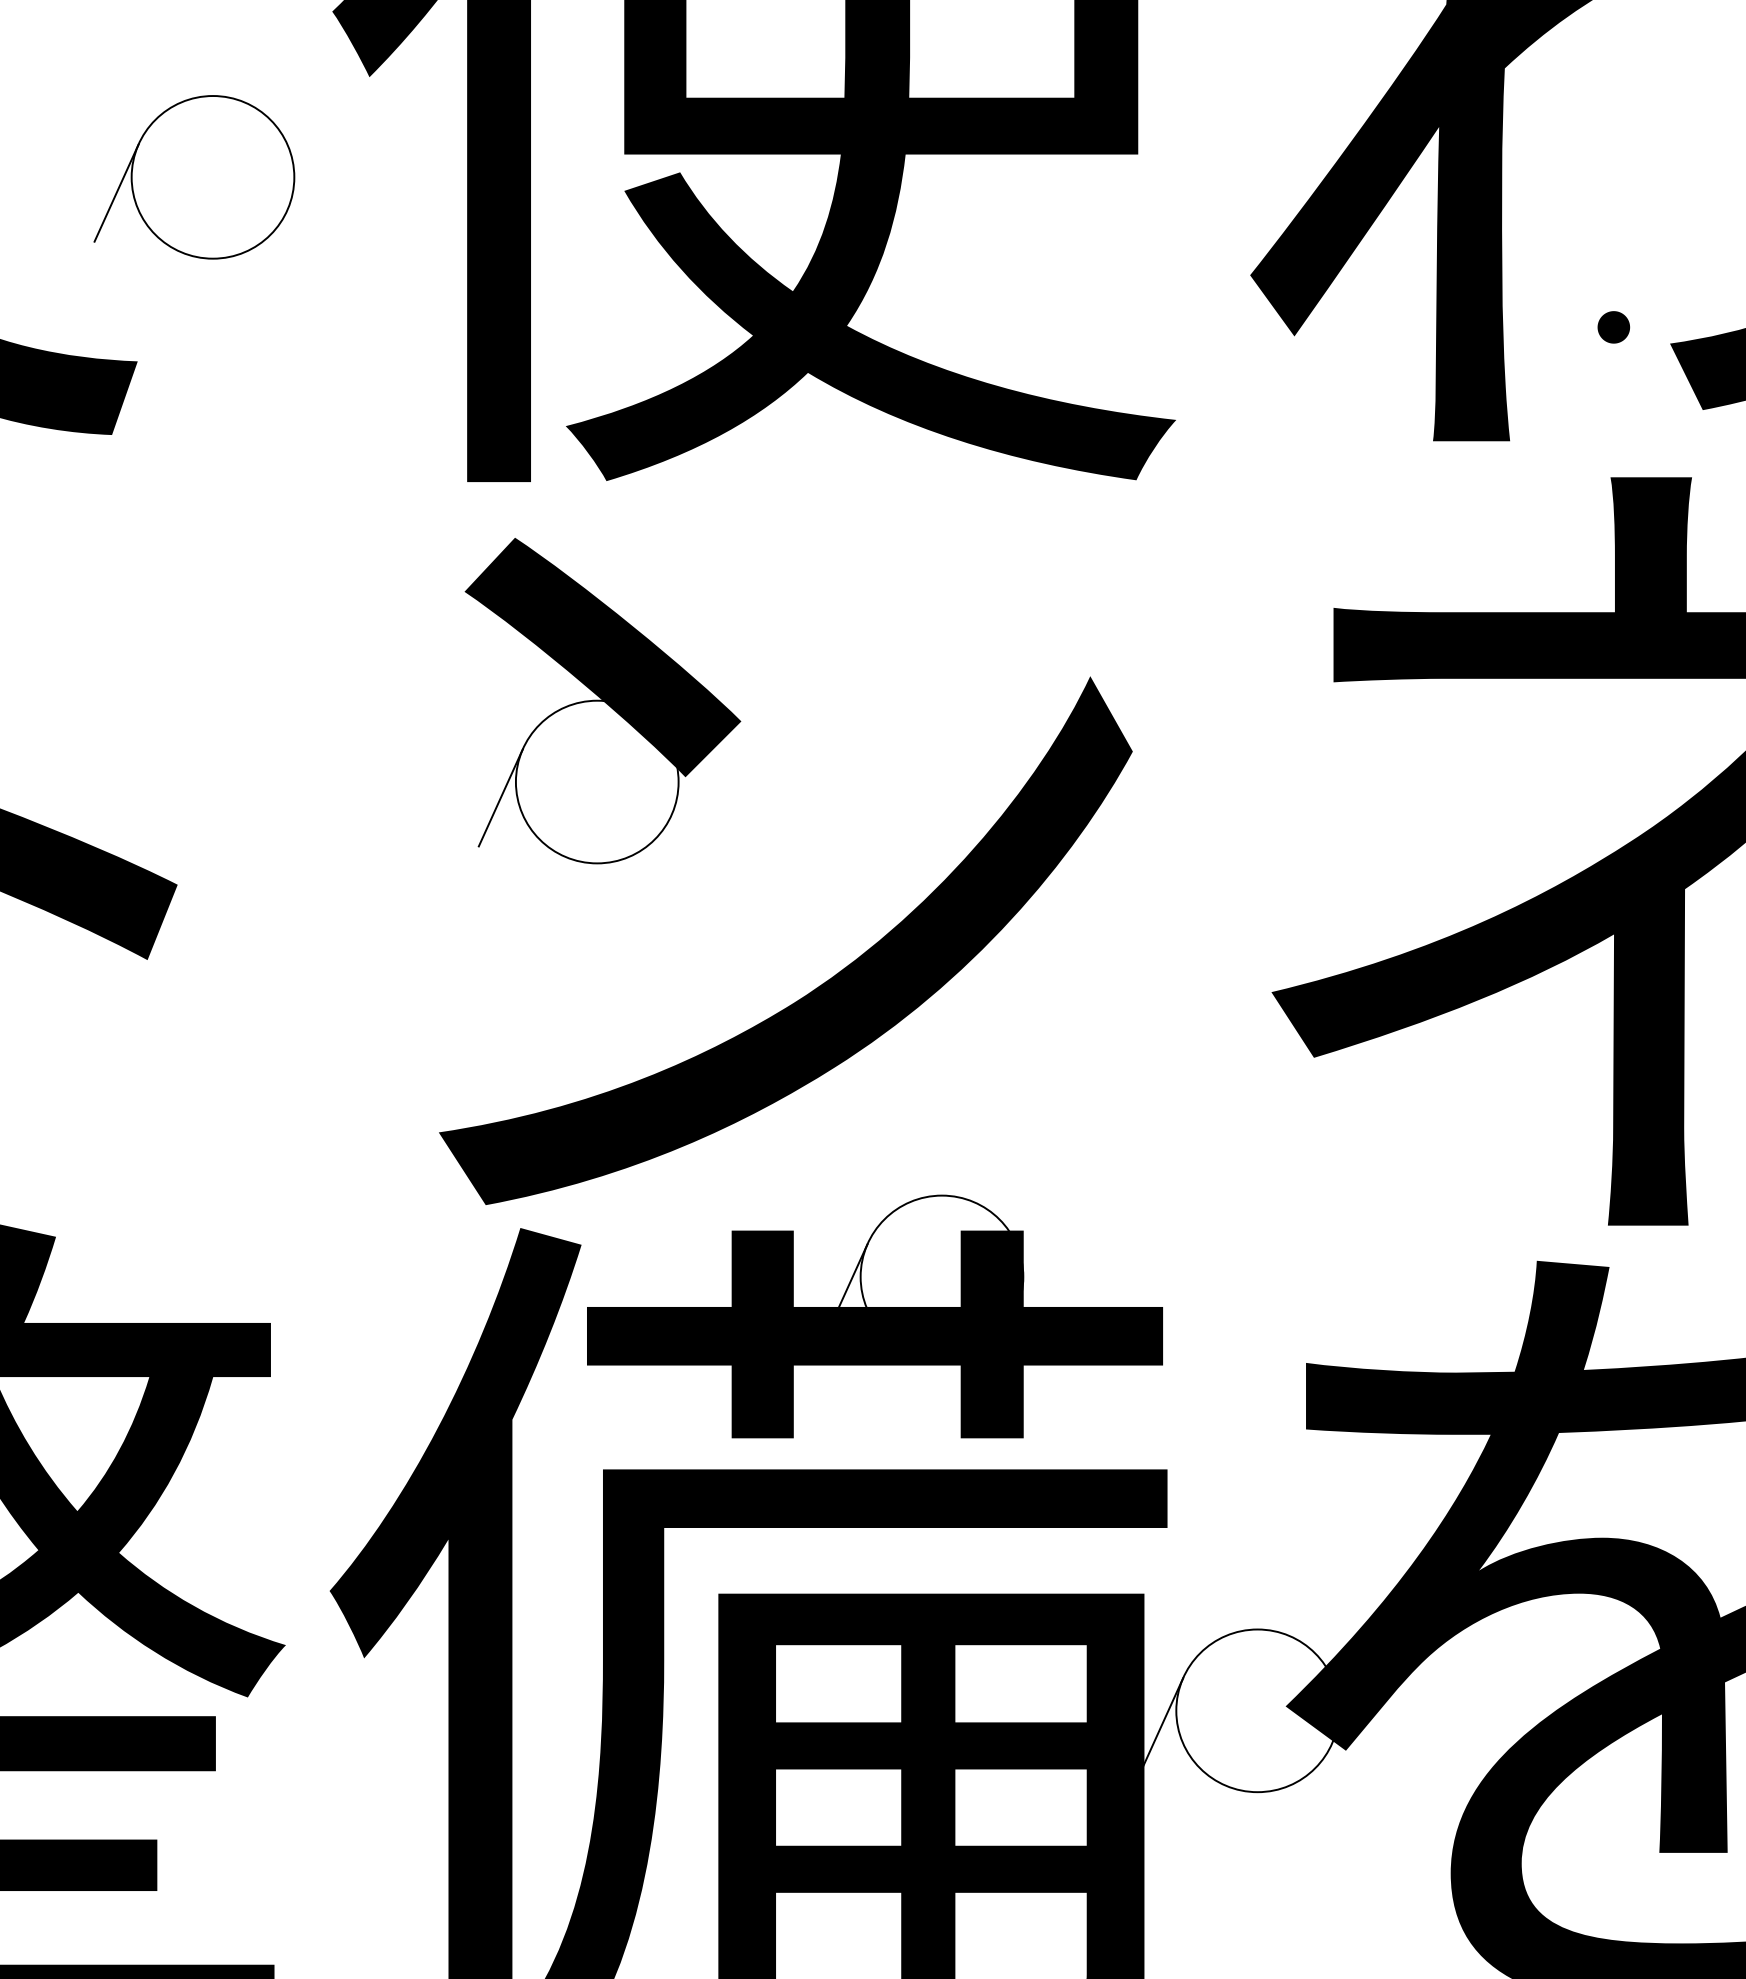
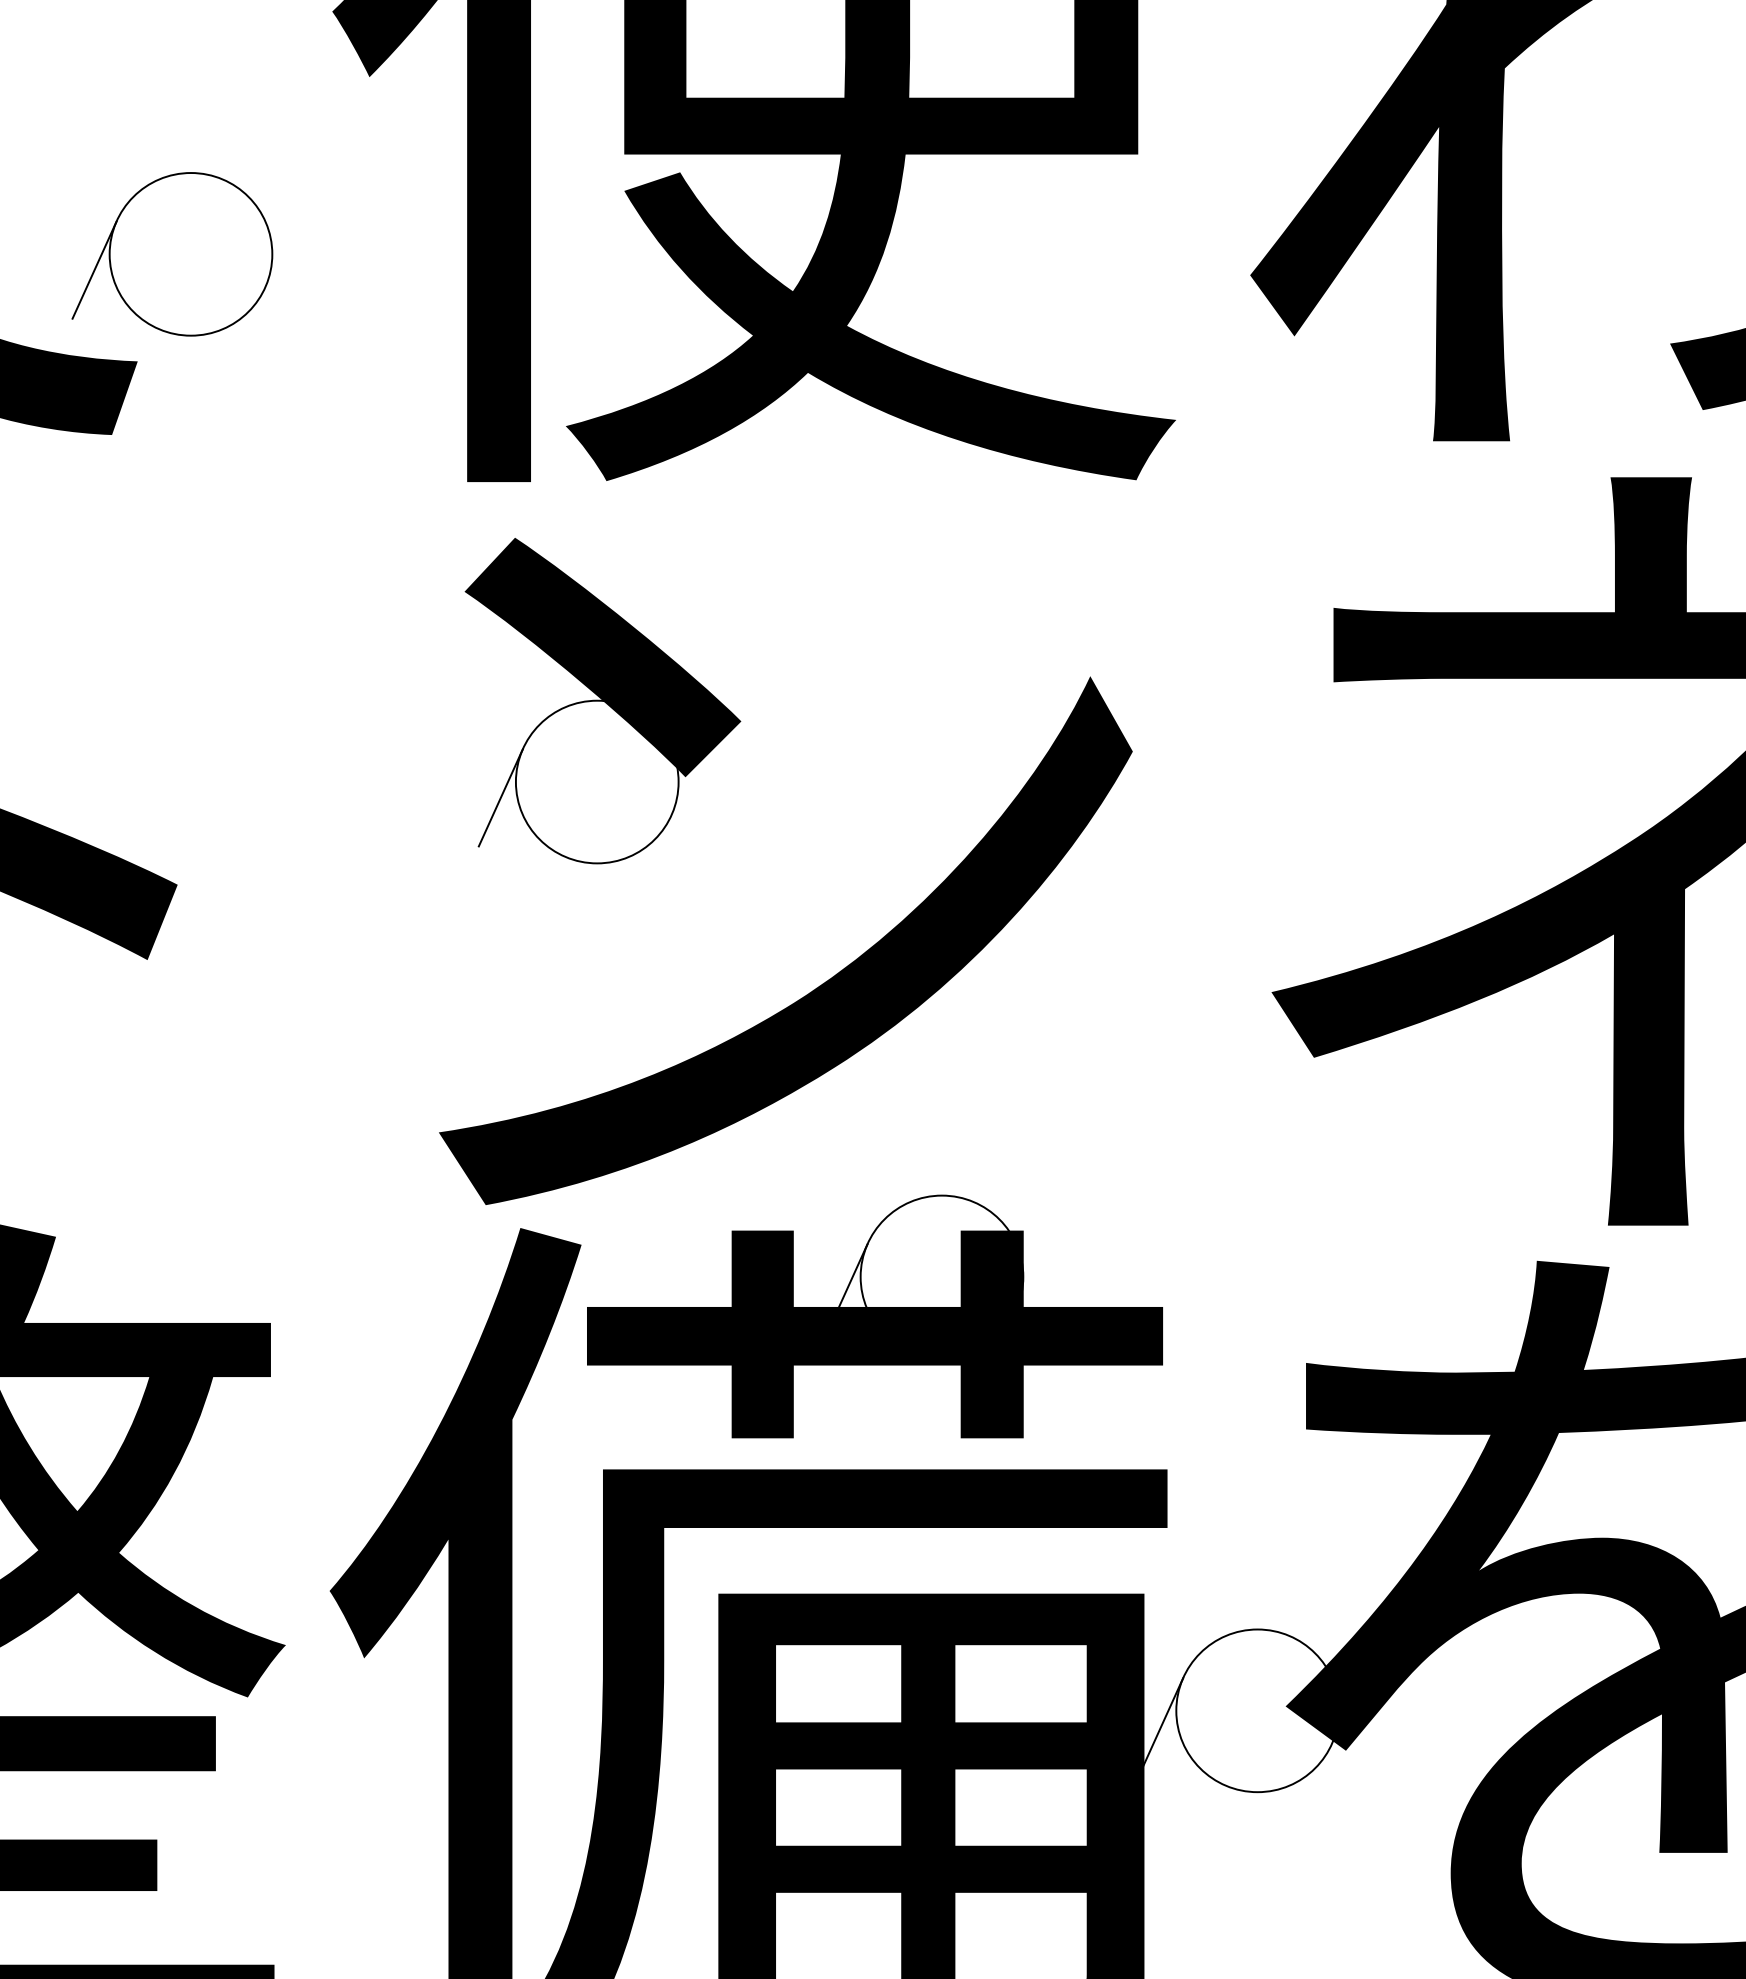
part at (194, 177) position: (194, 177) -> (172, 254)
fill at (1613, 327): present -> none
